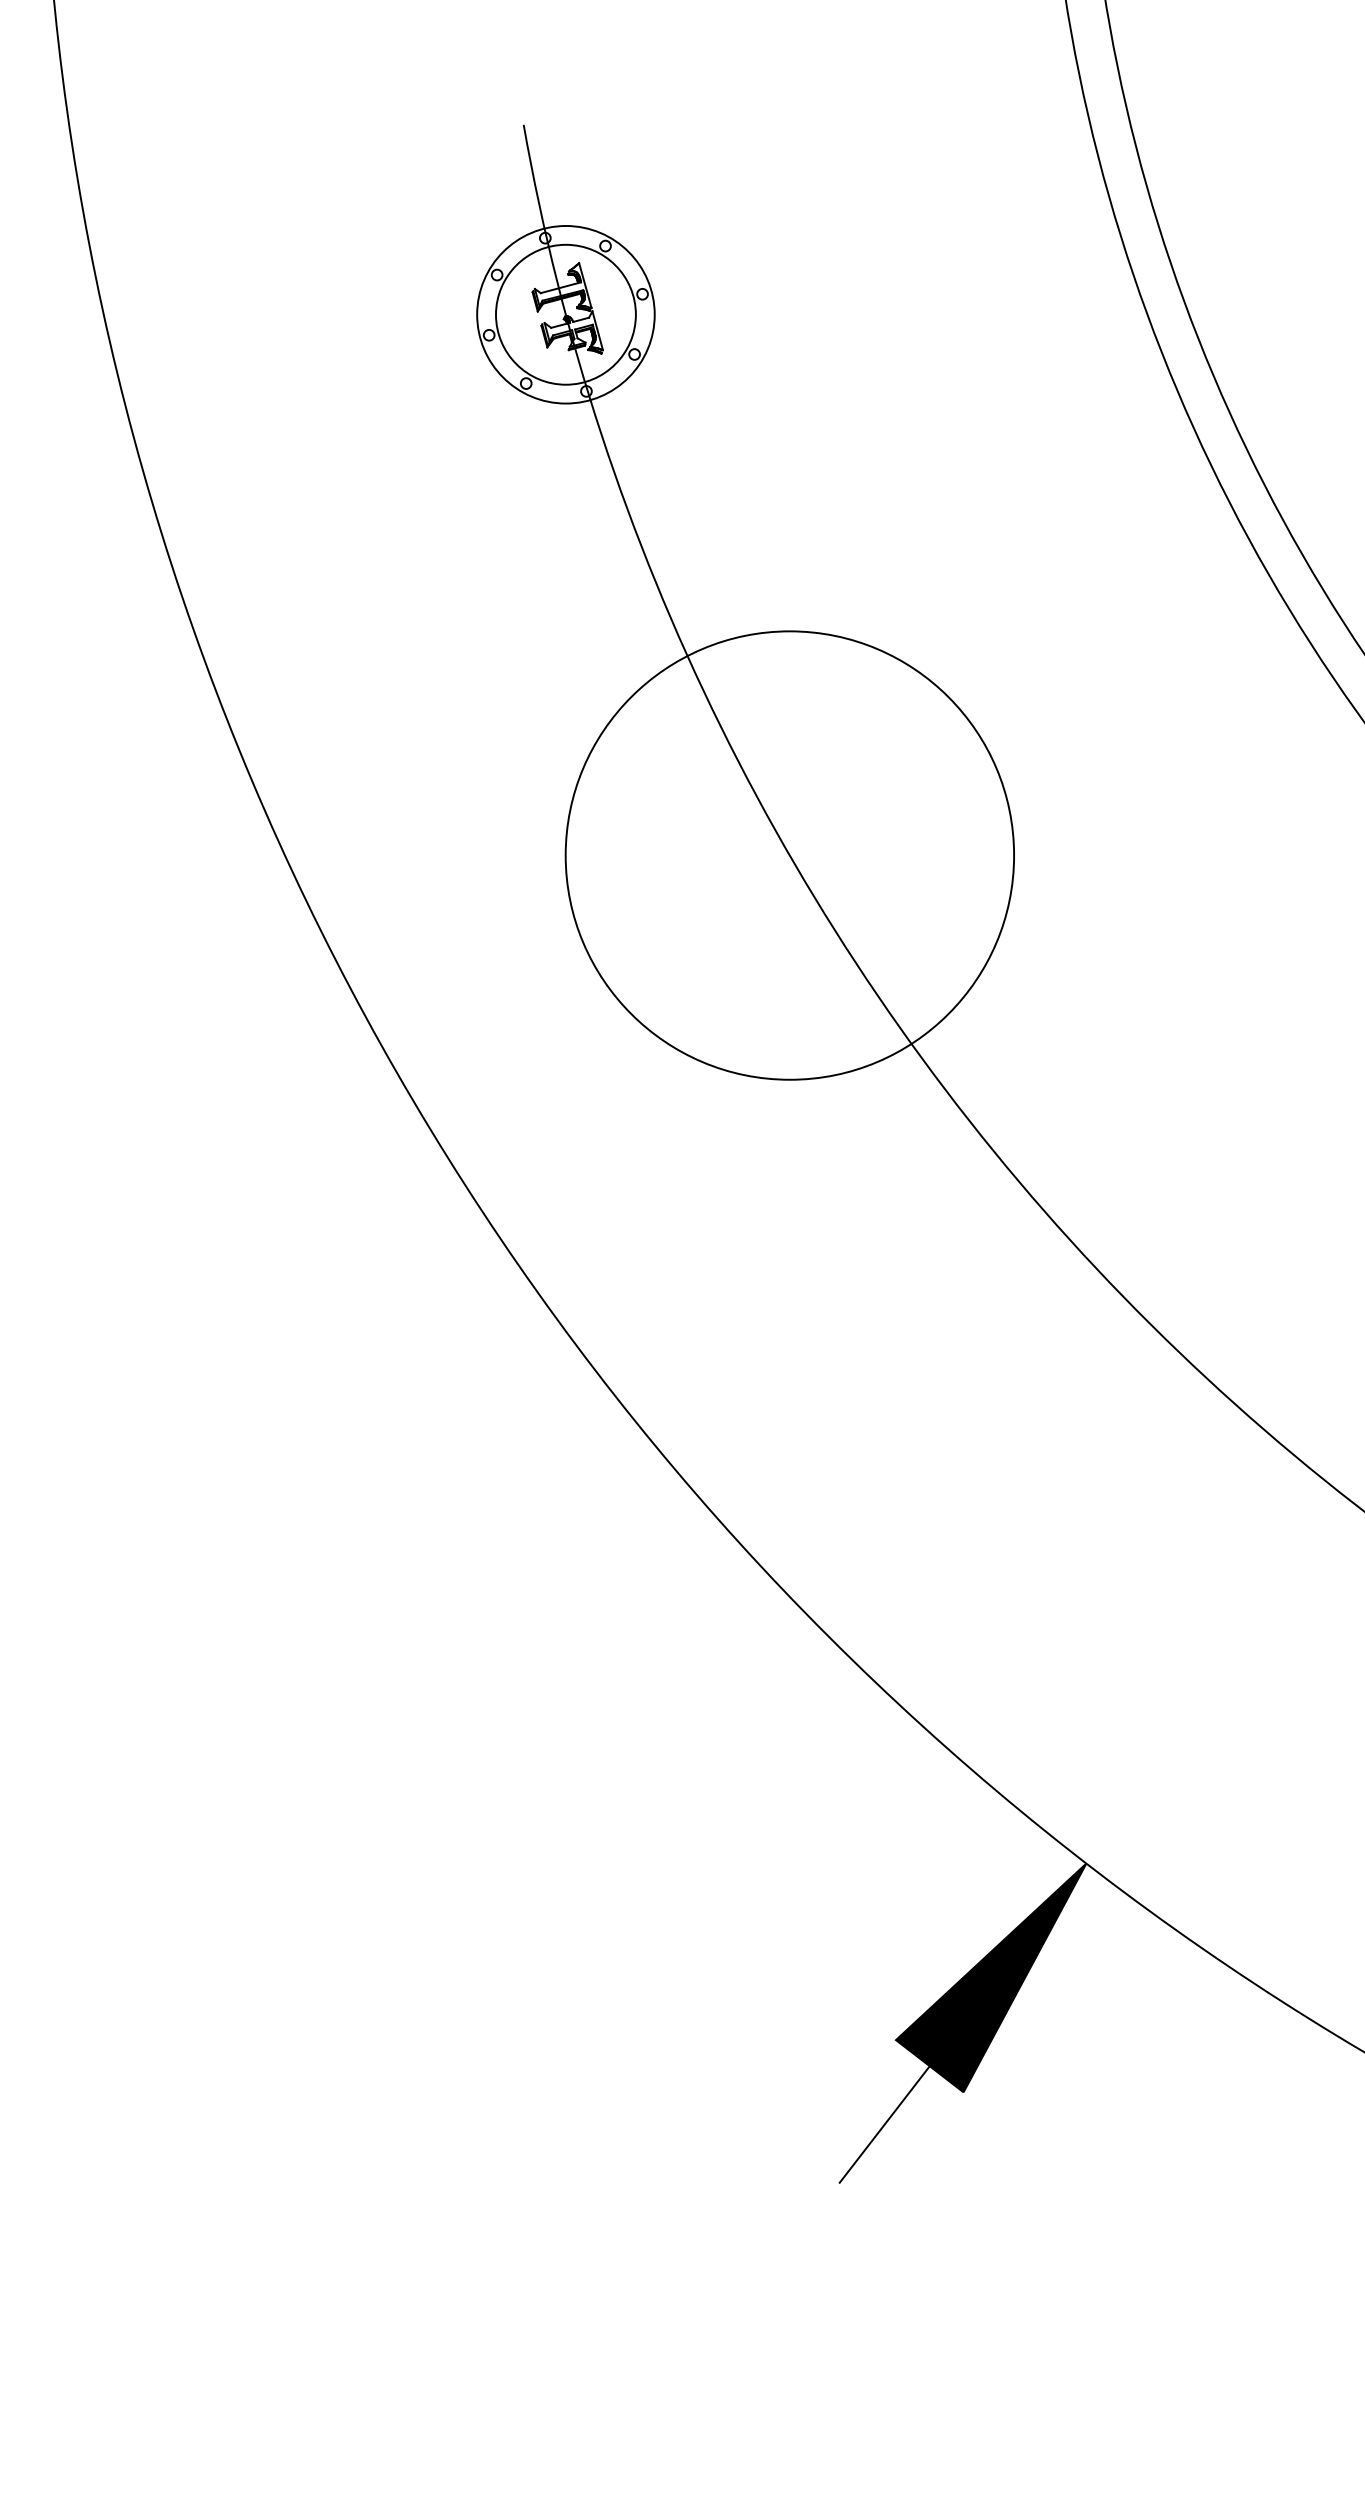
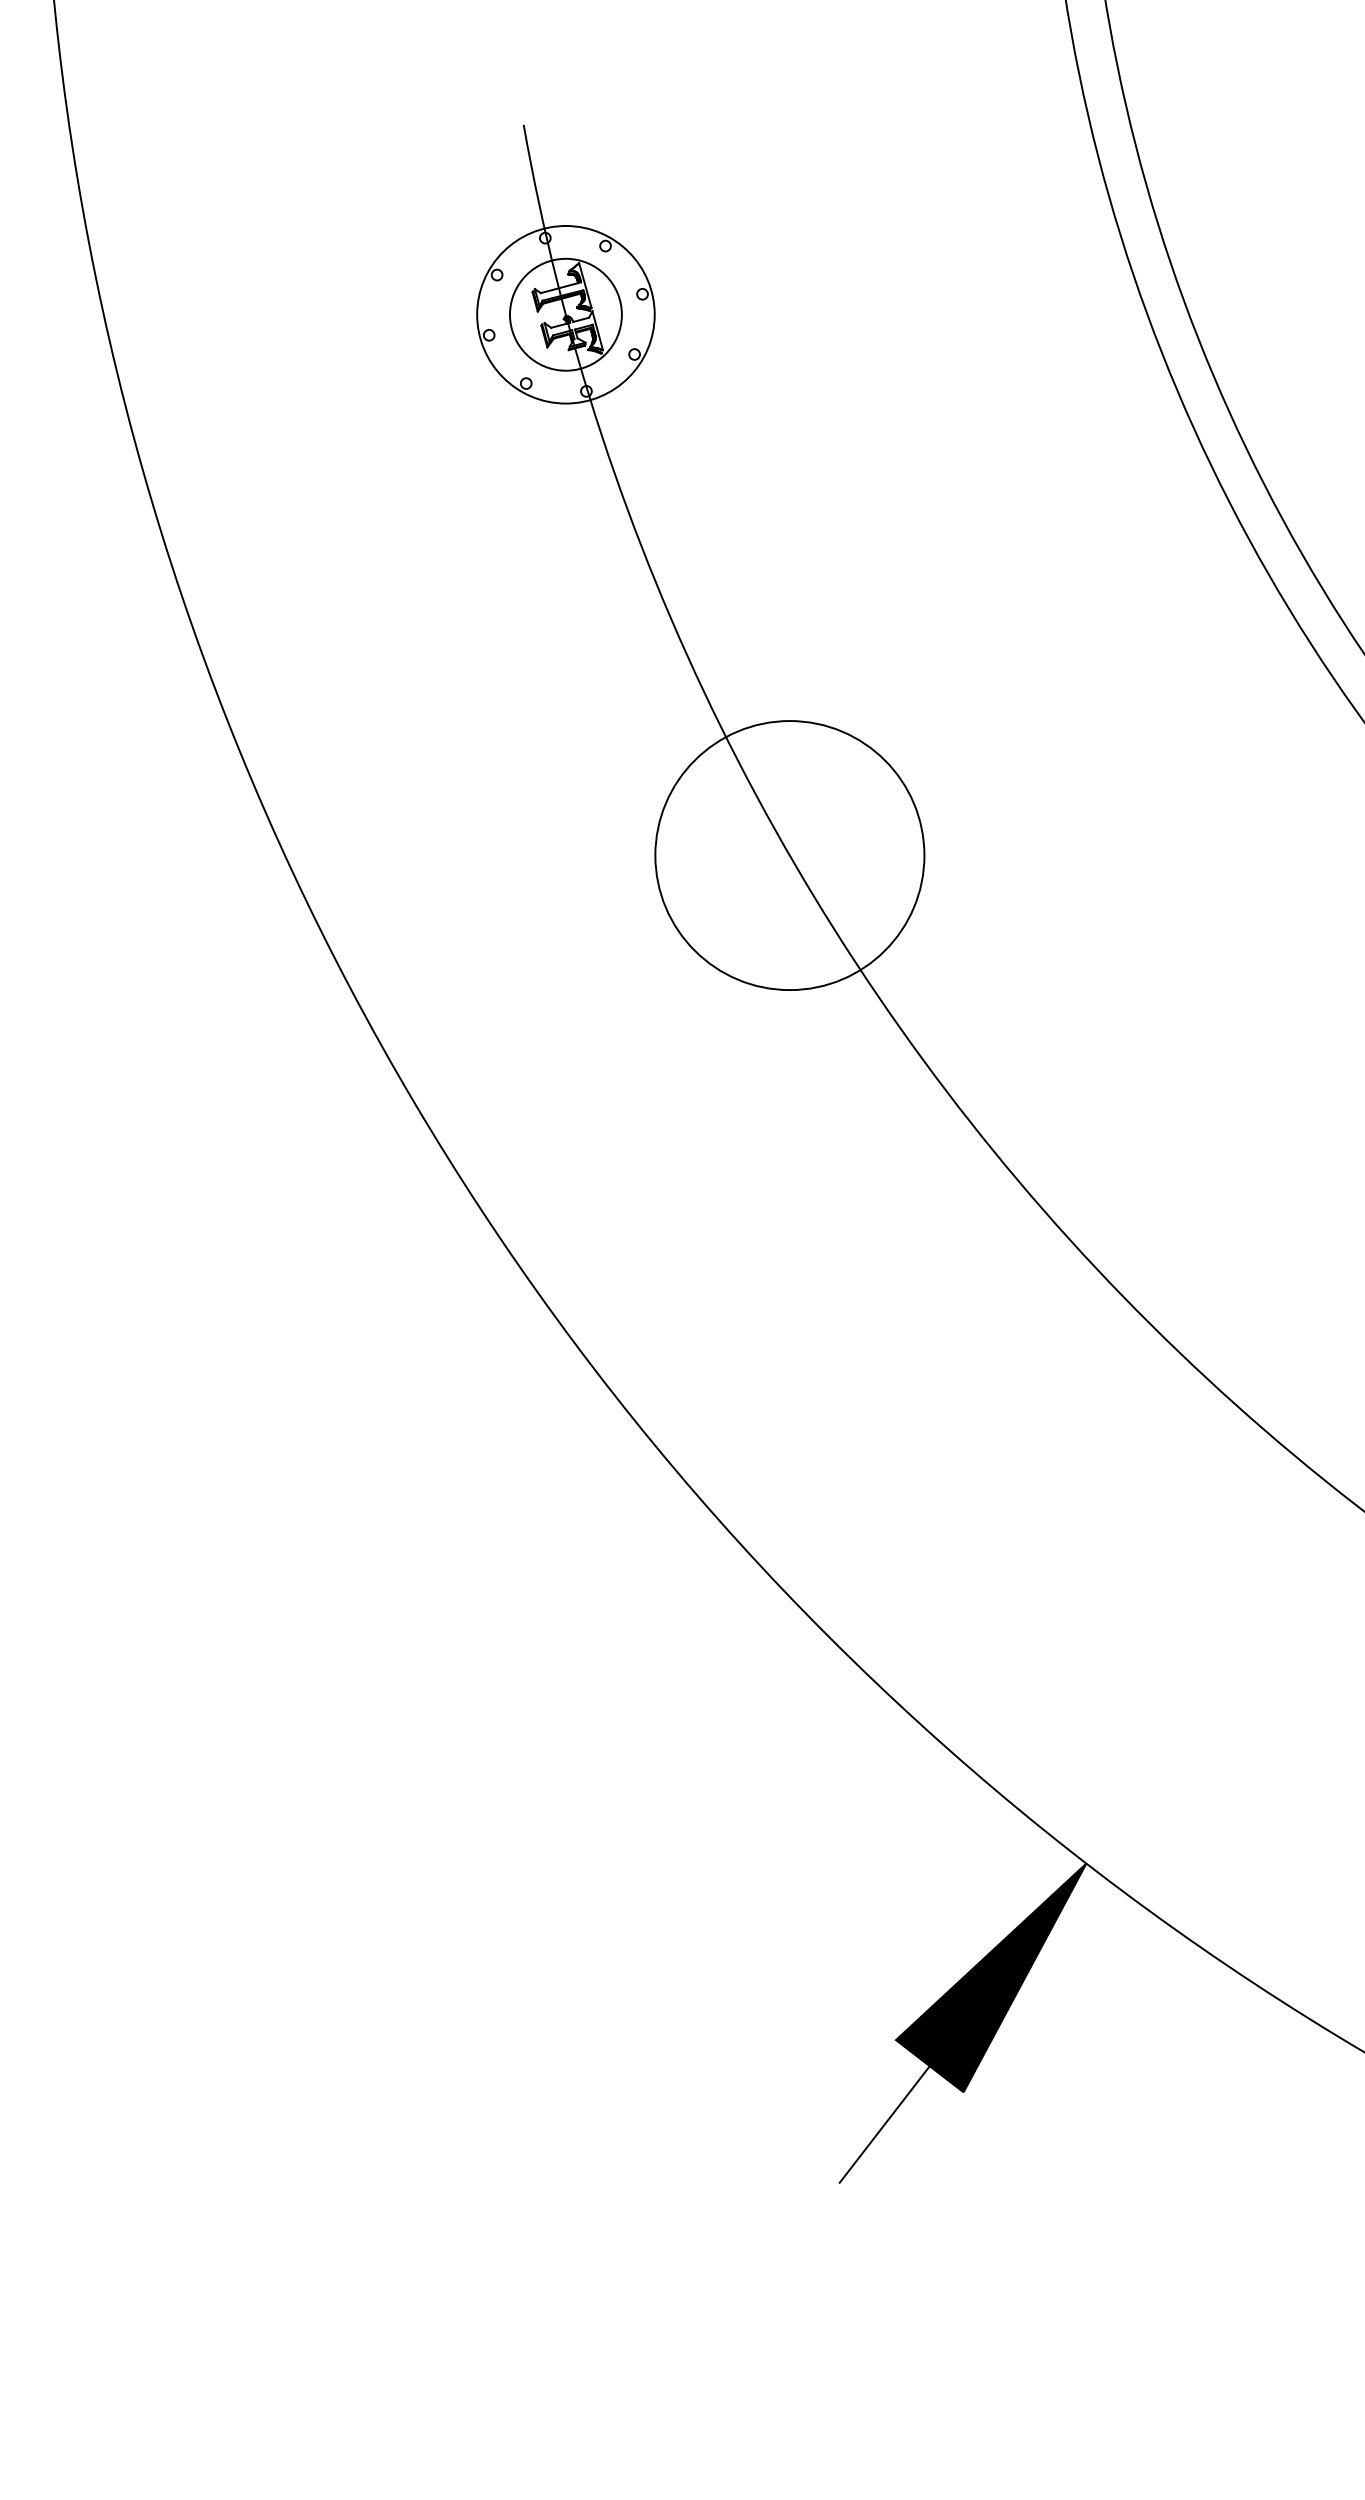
circle at (565, 314) diameter: 140 px -> 112 px
circle at (789, 855) diameter: 448 px -> 269 px
